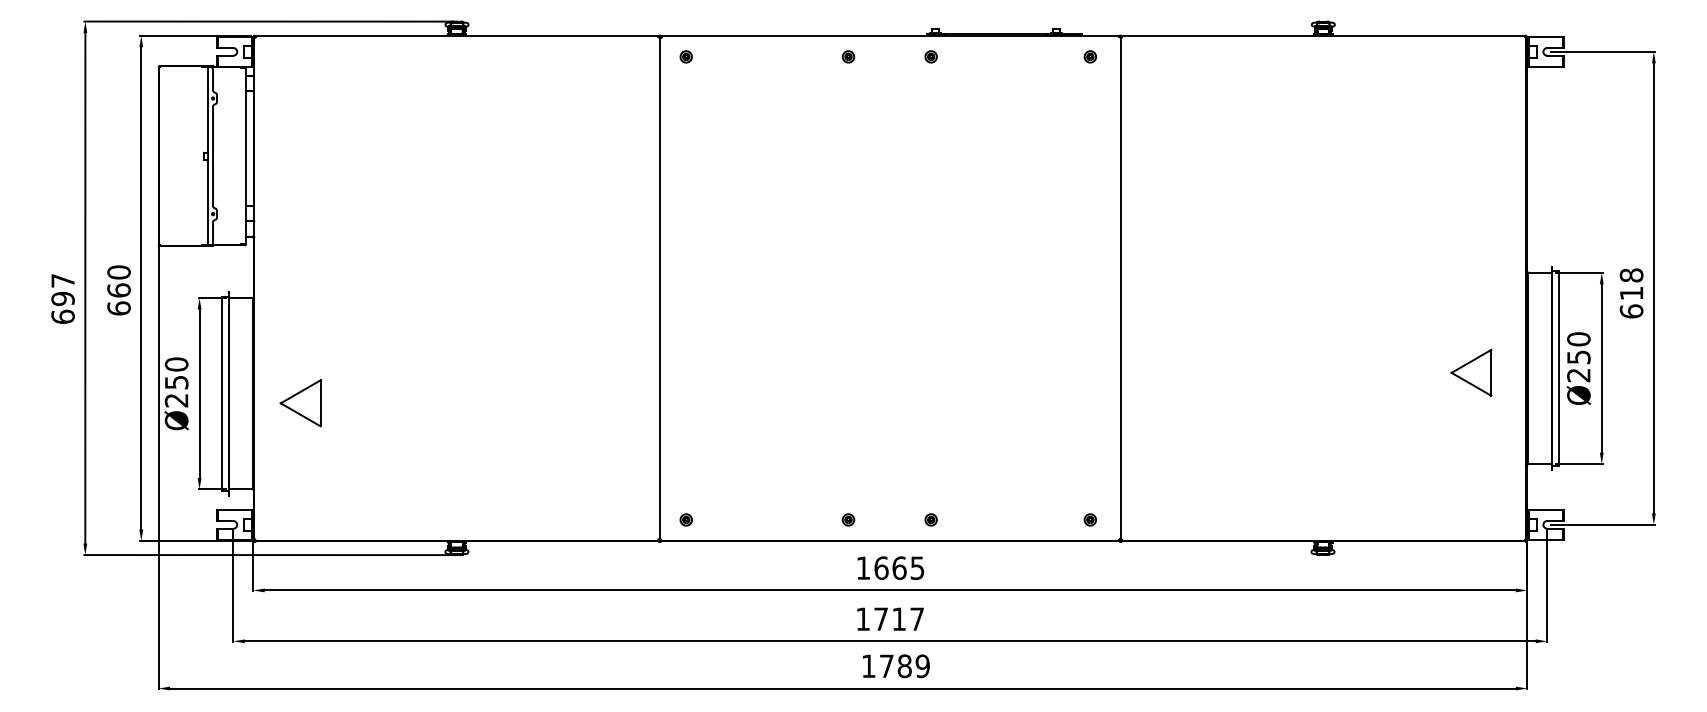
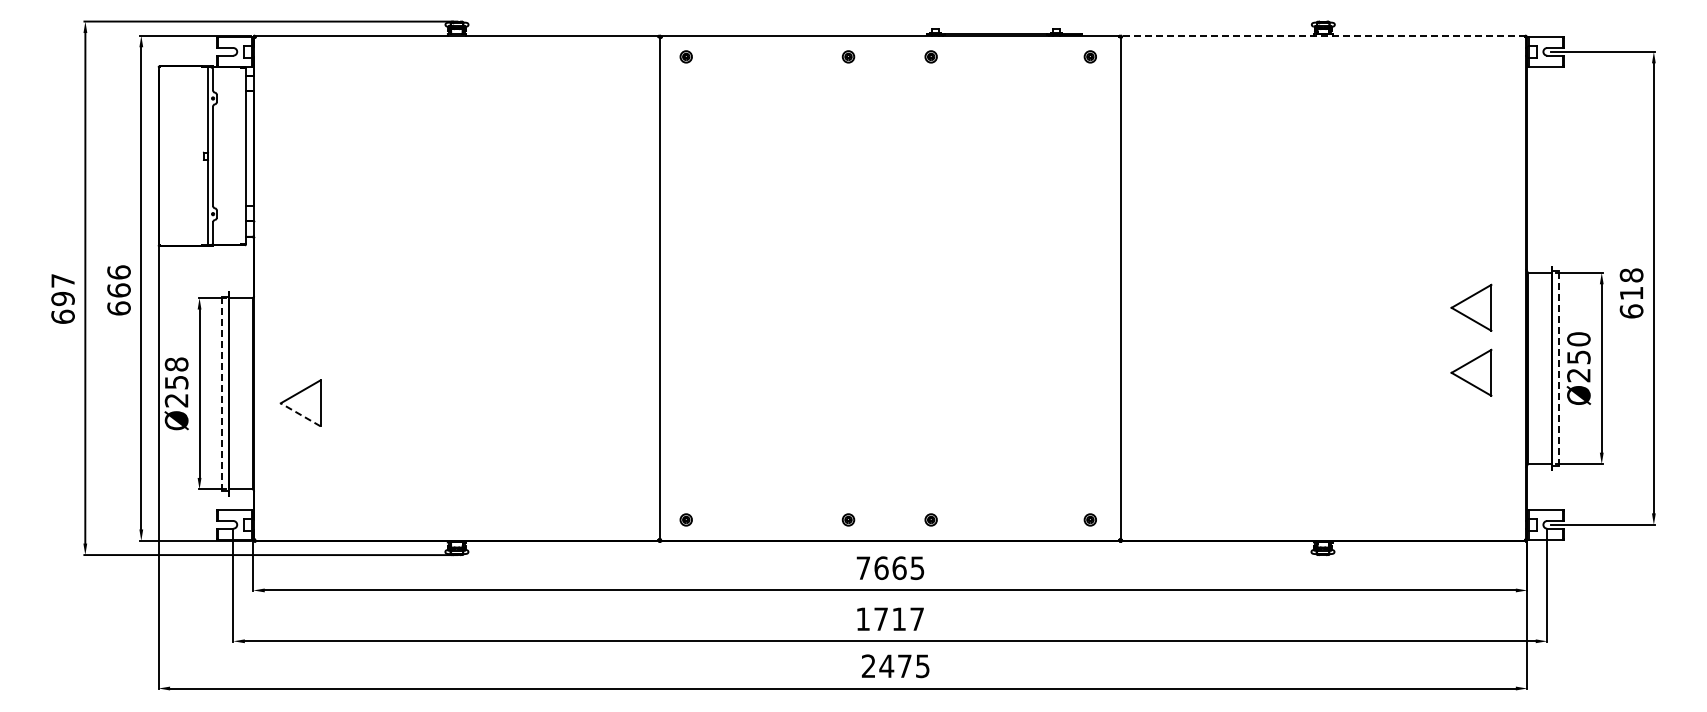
line at (1322, 35): solid -> dashed
text at (118, 272): 660 -> 666
part at (1471, 307): none -> present
text at (176, 364): Ø250 -> Ø258
line at (1559, 367): solid -> dashed
line at (222, 393): solid -> dashed
line at (300, 414): solid -> dashed
text at (863, 567): 1665 -> 7665
text at (895, 666): 1789 -> 2475
